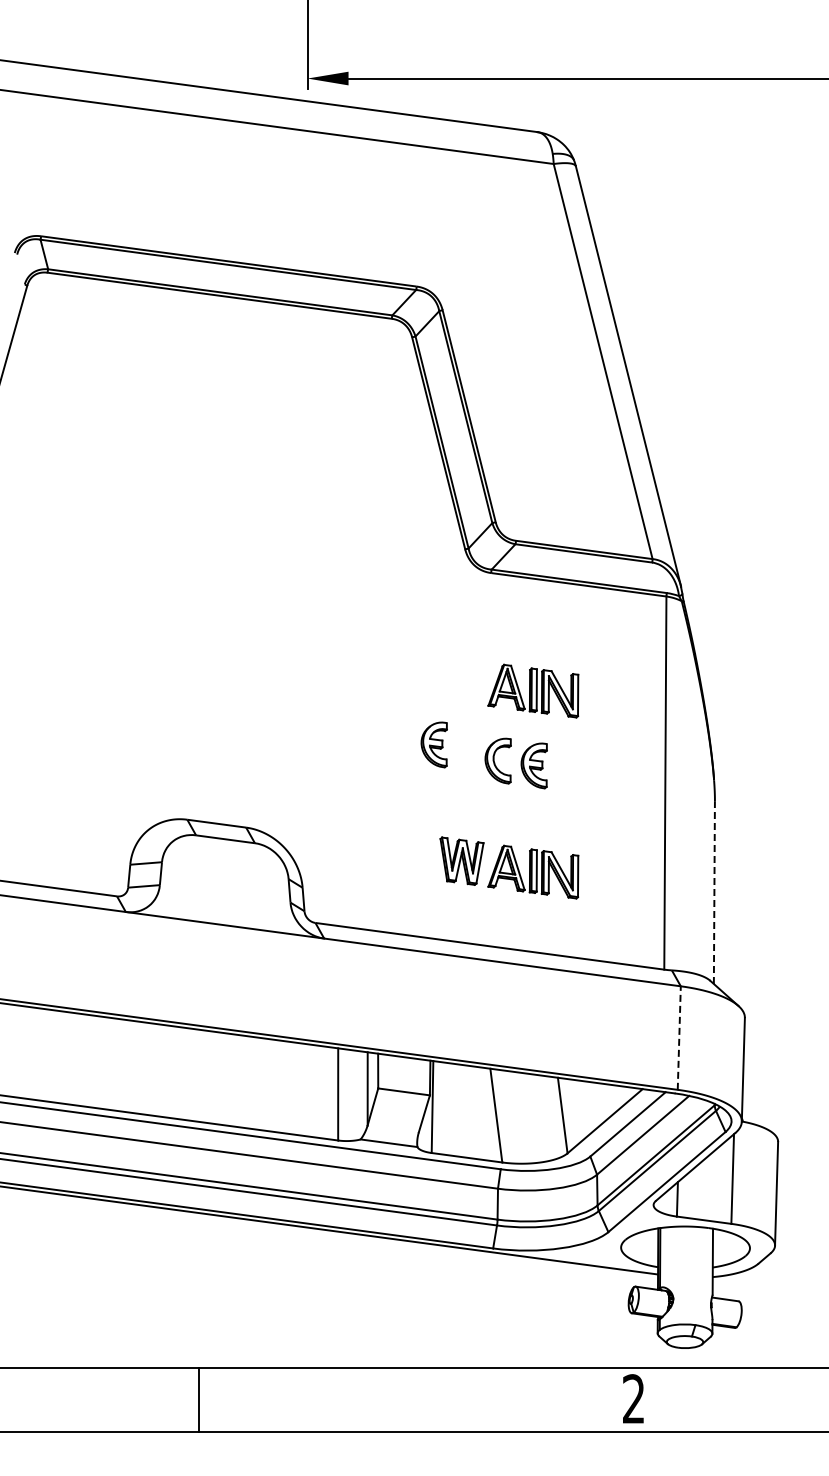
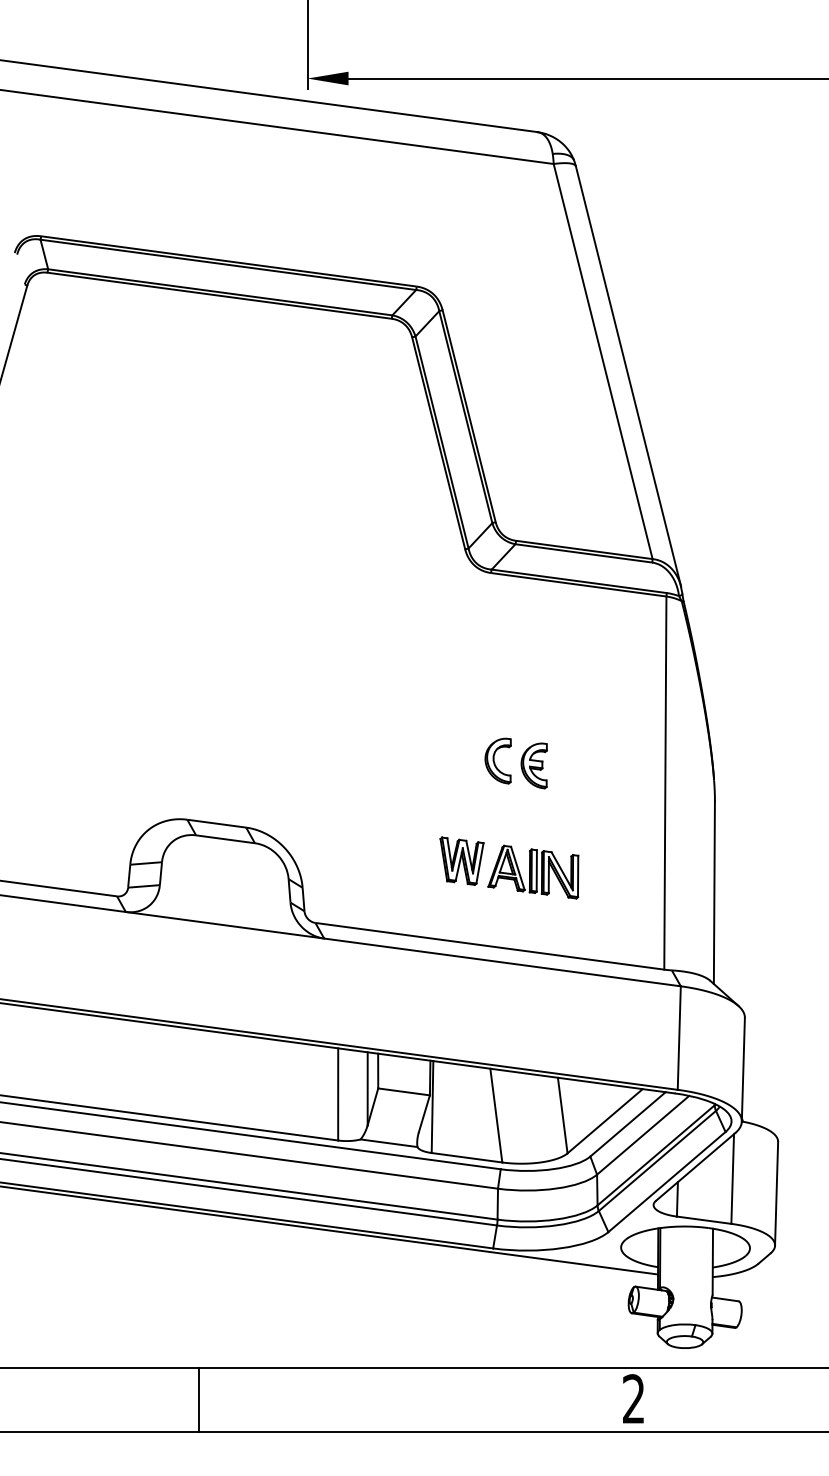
part at (533, 690): present -> none
part at (433, 744): present -> none
line at (714, 892): dashed -> solid
line at (679, 1038): dashed -> solid
